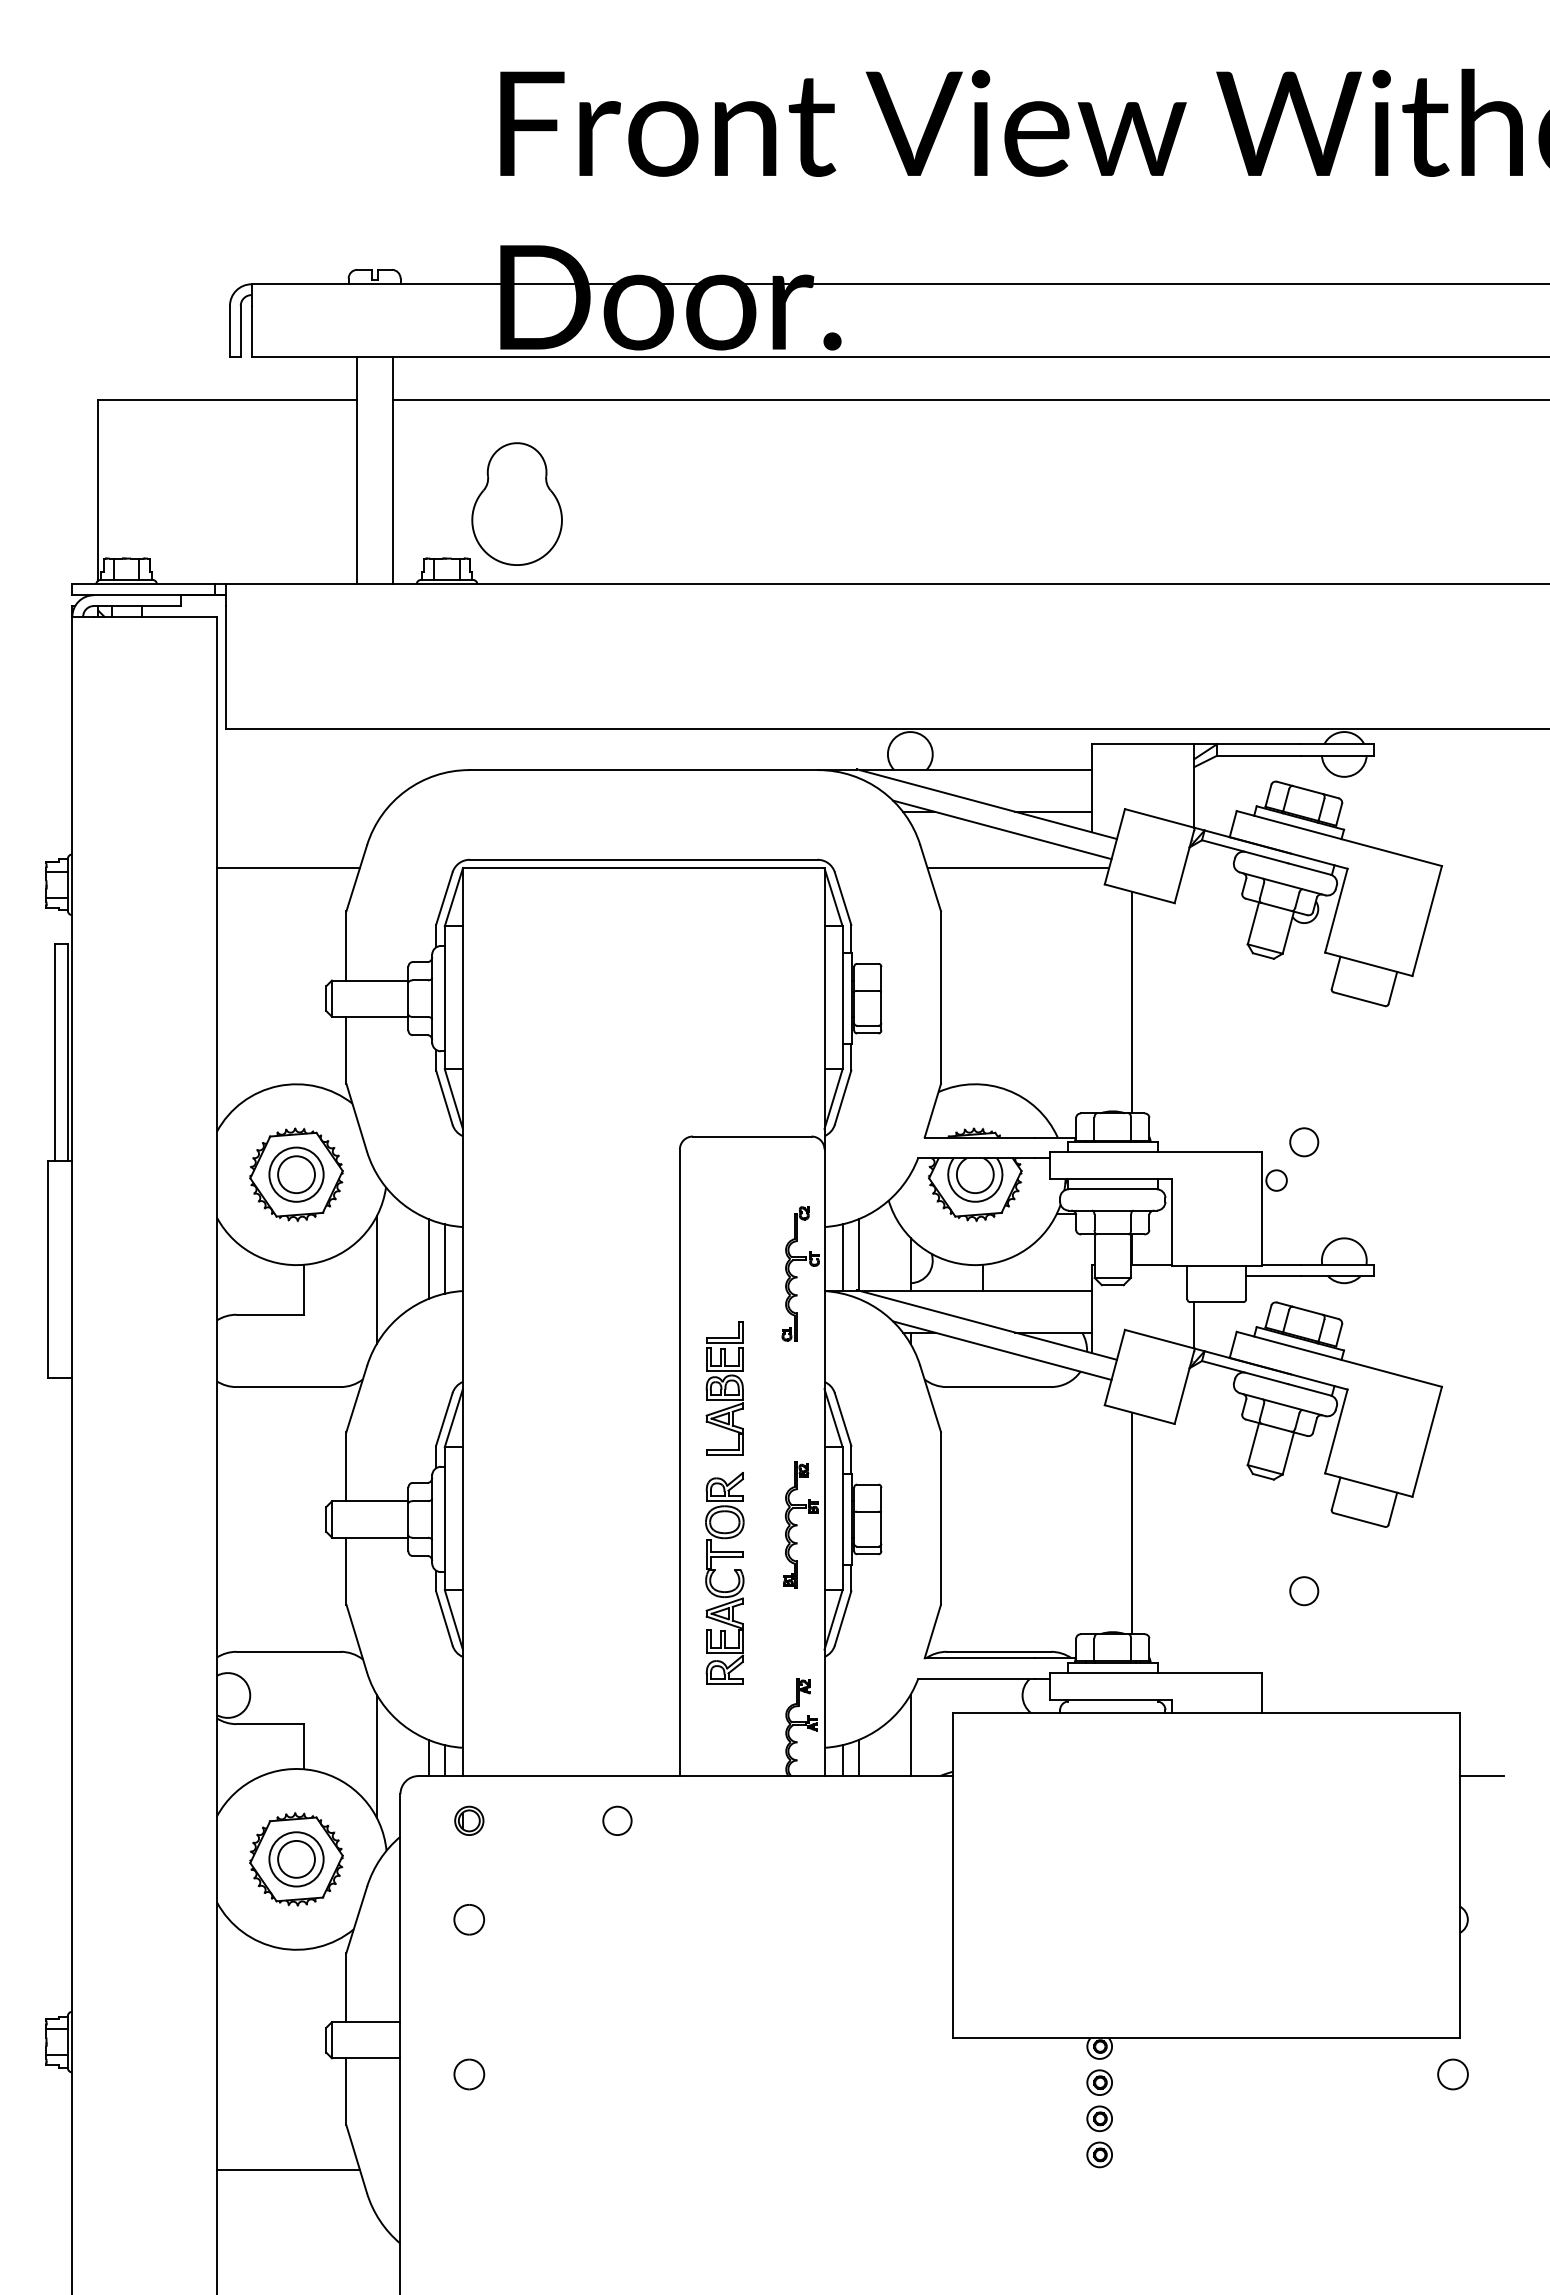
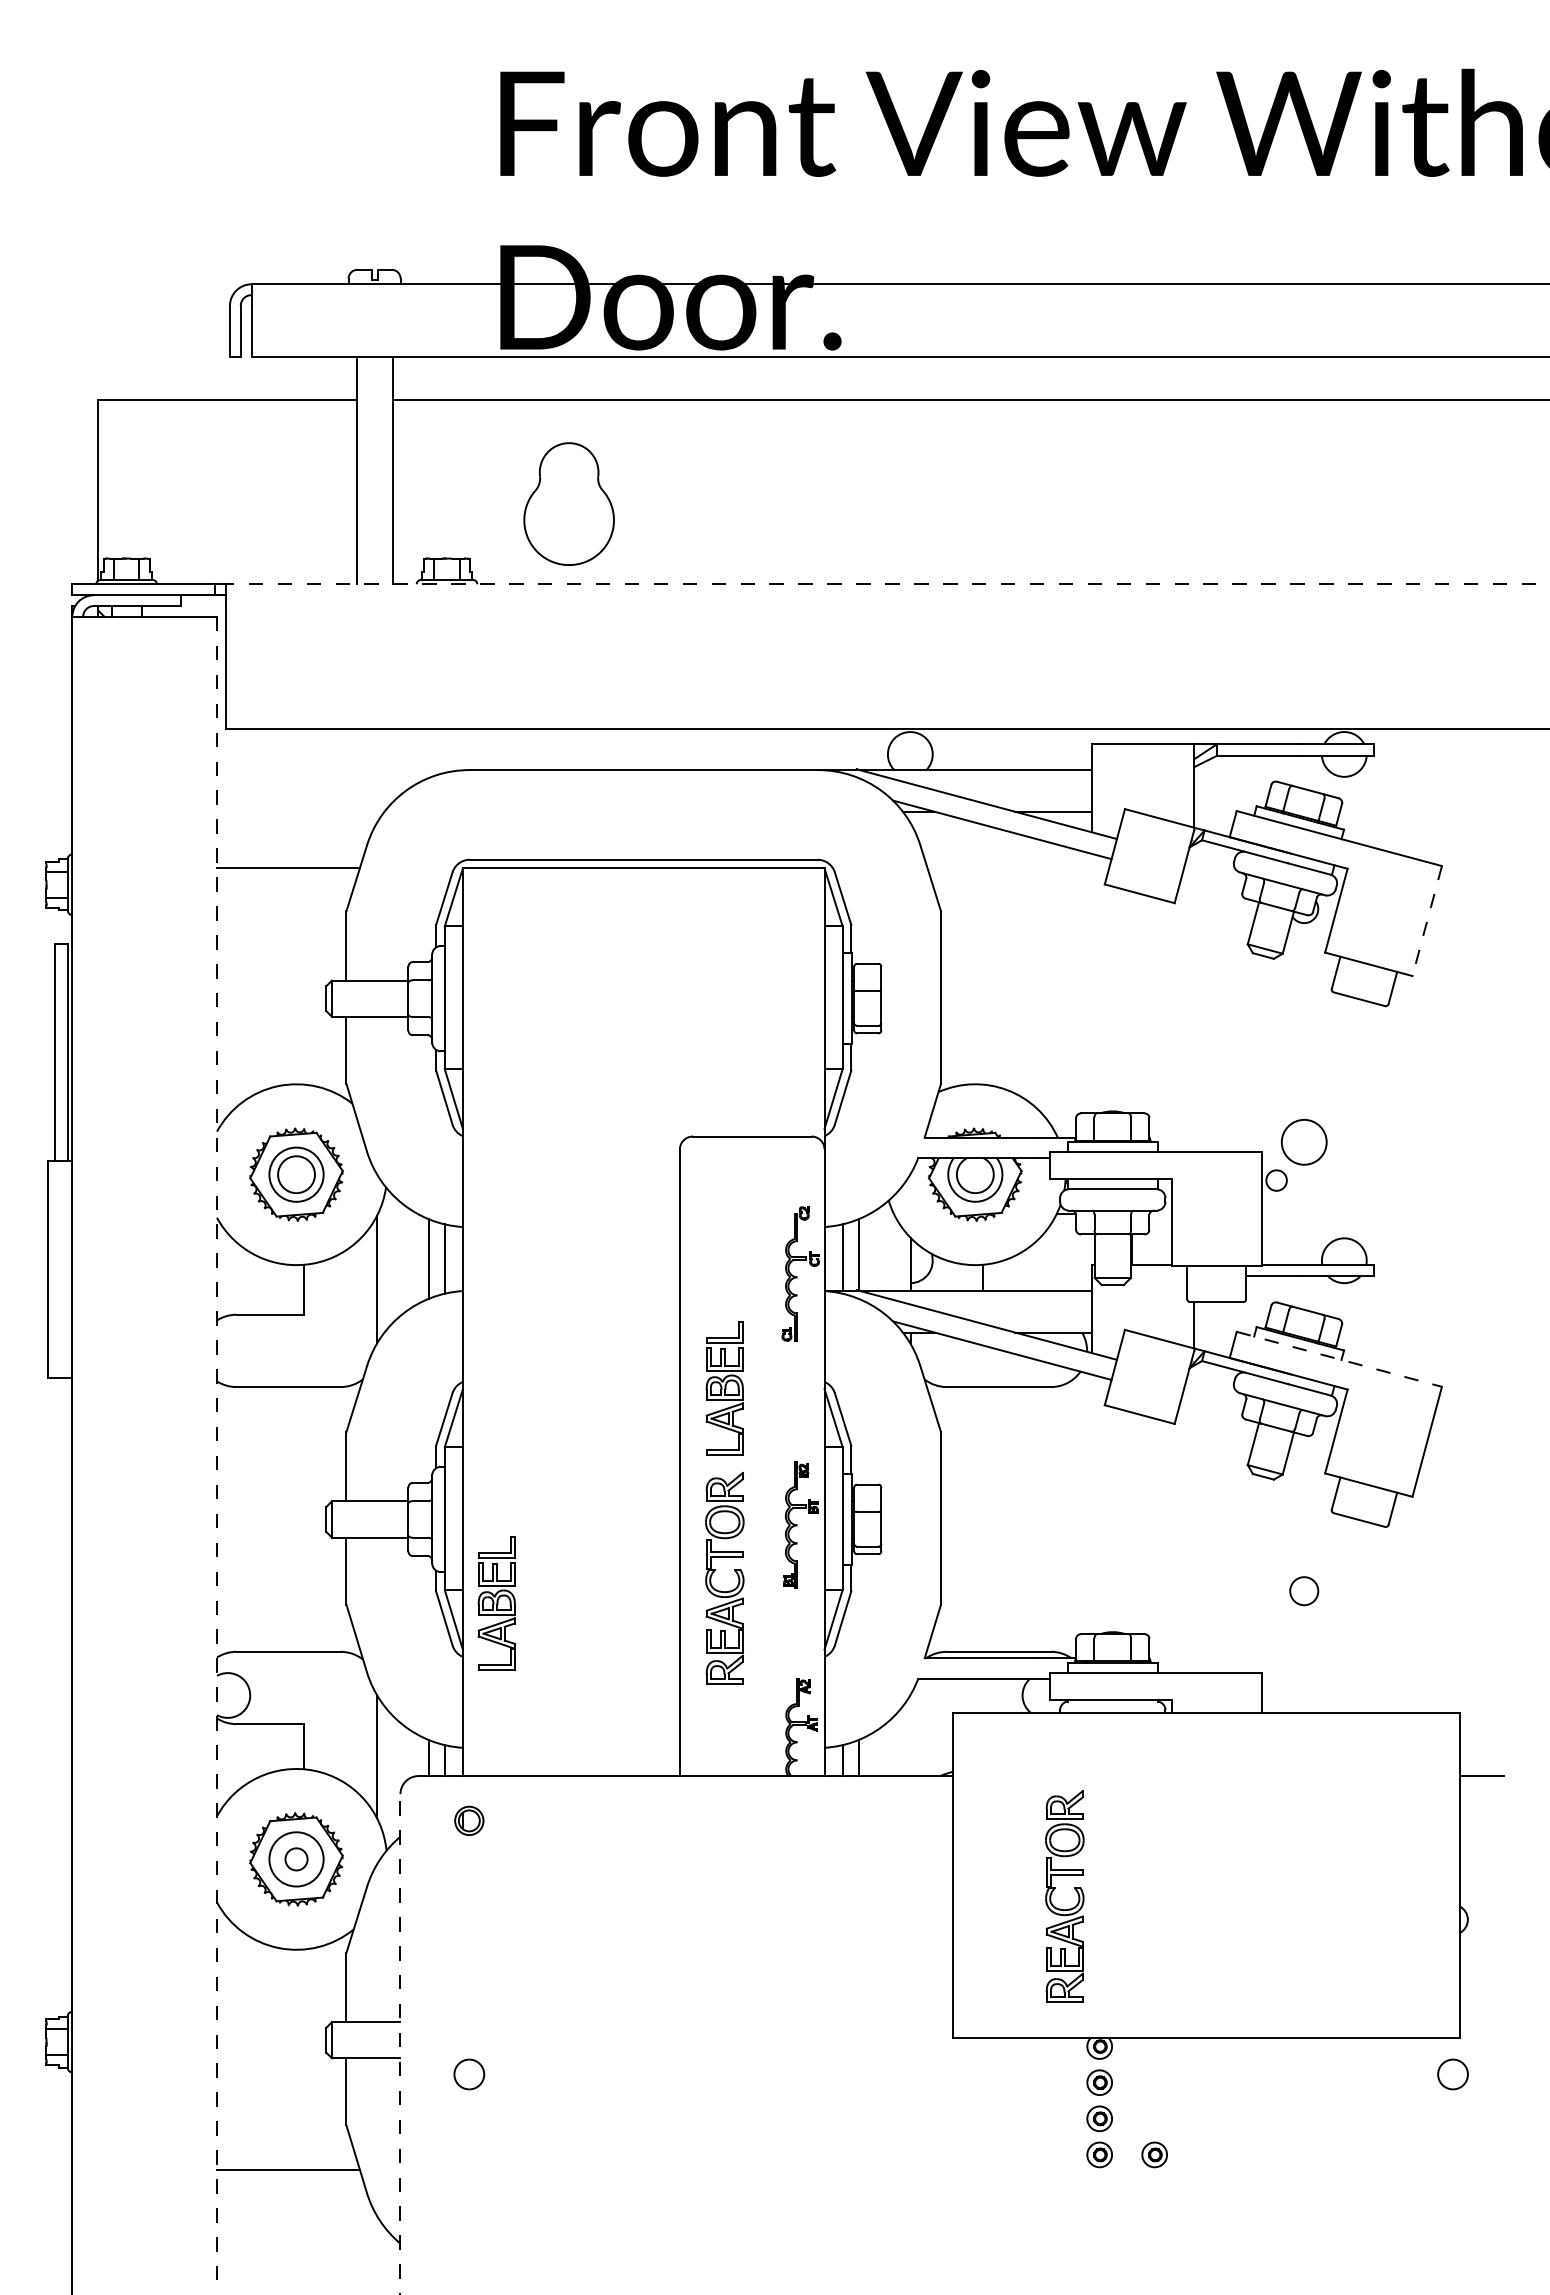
part at (516, 503) position: (516, 503) -> (568, 503)
line at (887, 584): solid -> dashed
line at (1018, 868): present -> none
line at (1427, 921): solid -> dashed
line at (1131, 1002): present -> none
circle at (1304, 1142) diameter: 28 px -> 45 px
line at (1339, 1359): solid -> dashed
line at (217, 1455): solid -> dashed
line at (1131, 1523): present -> none
part at (496, 1603): none -> present
line at (910, 1735): present -> none
circle at (617, 1820): present -> none
circle at (296, 1858) diameter: 37 px -> 22 px
part at (1054, 1890): none -> present
part at (469, 1919): present -> none
line at (400, 2044): solid -> dashed
part at (1154, 2154): none -> present
